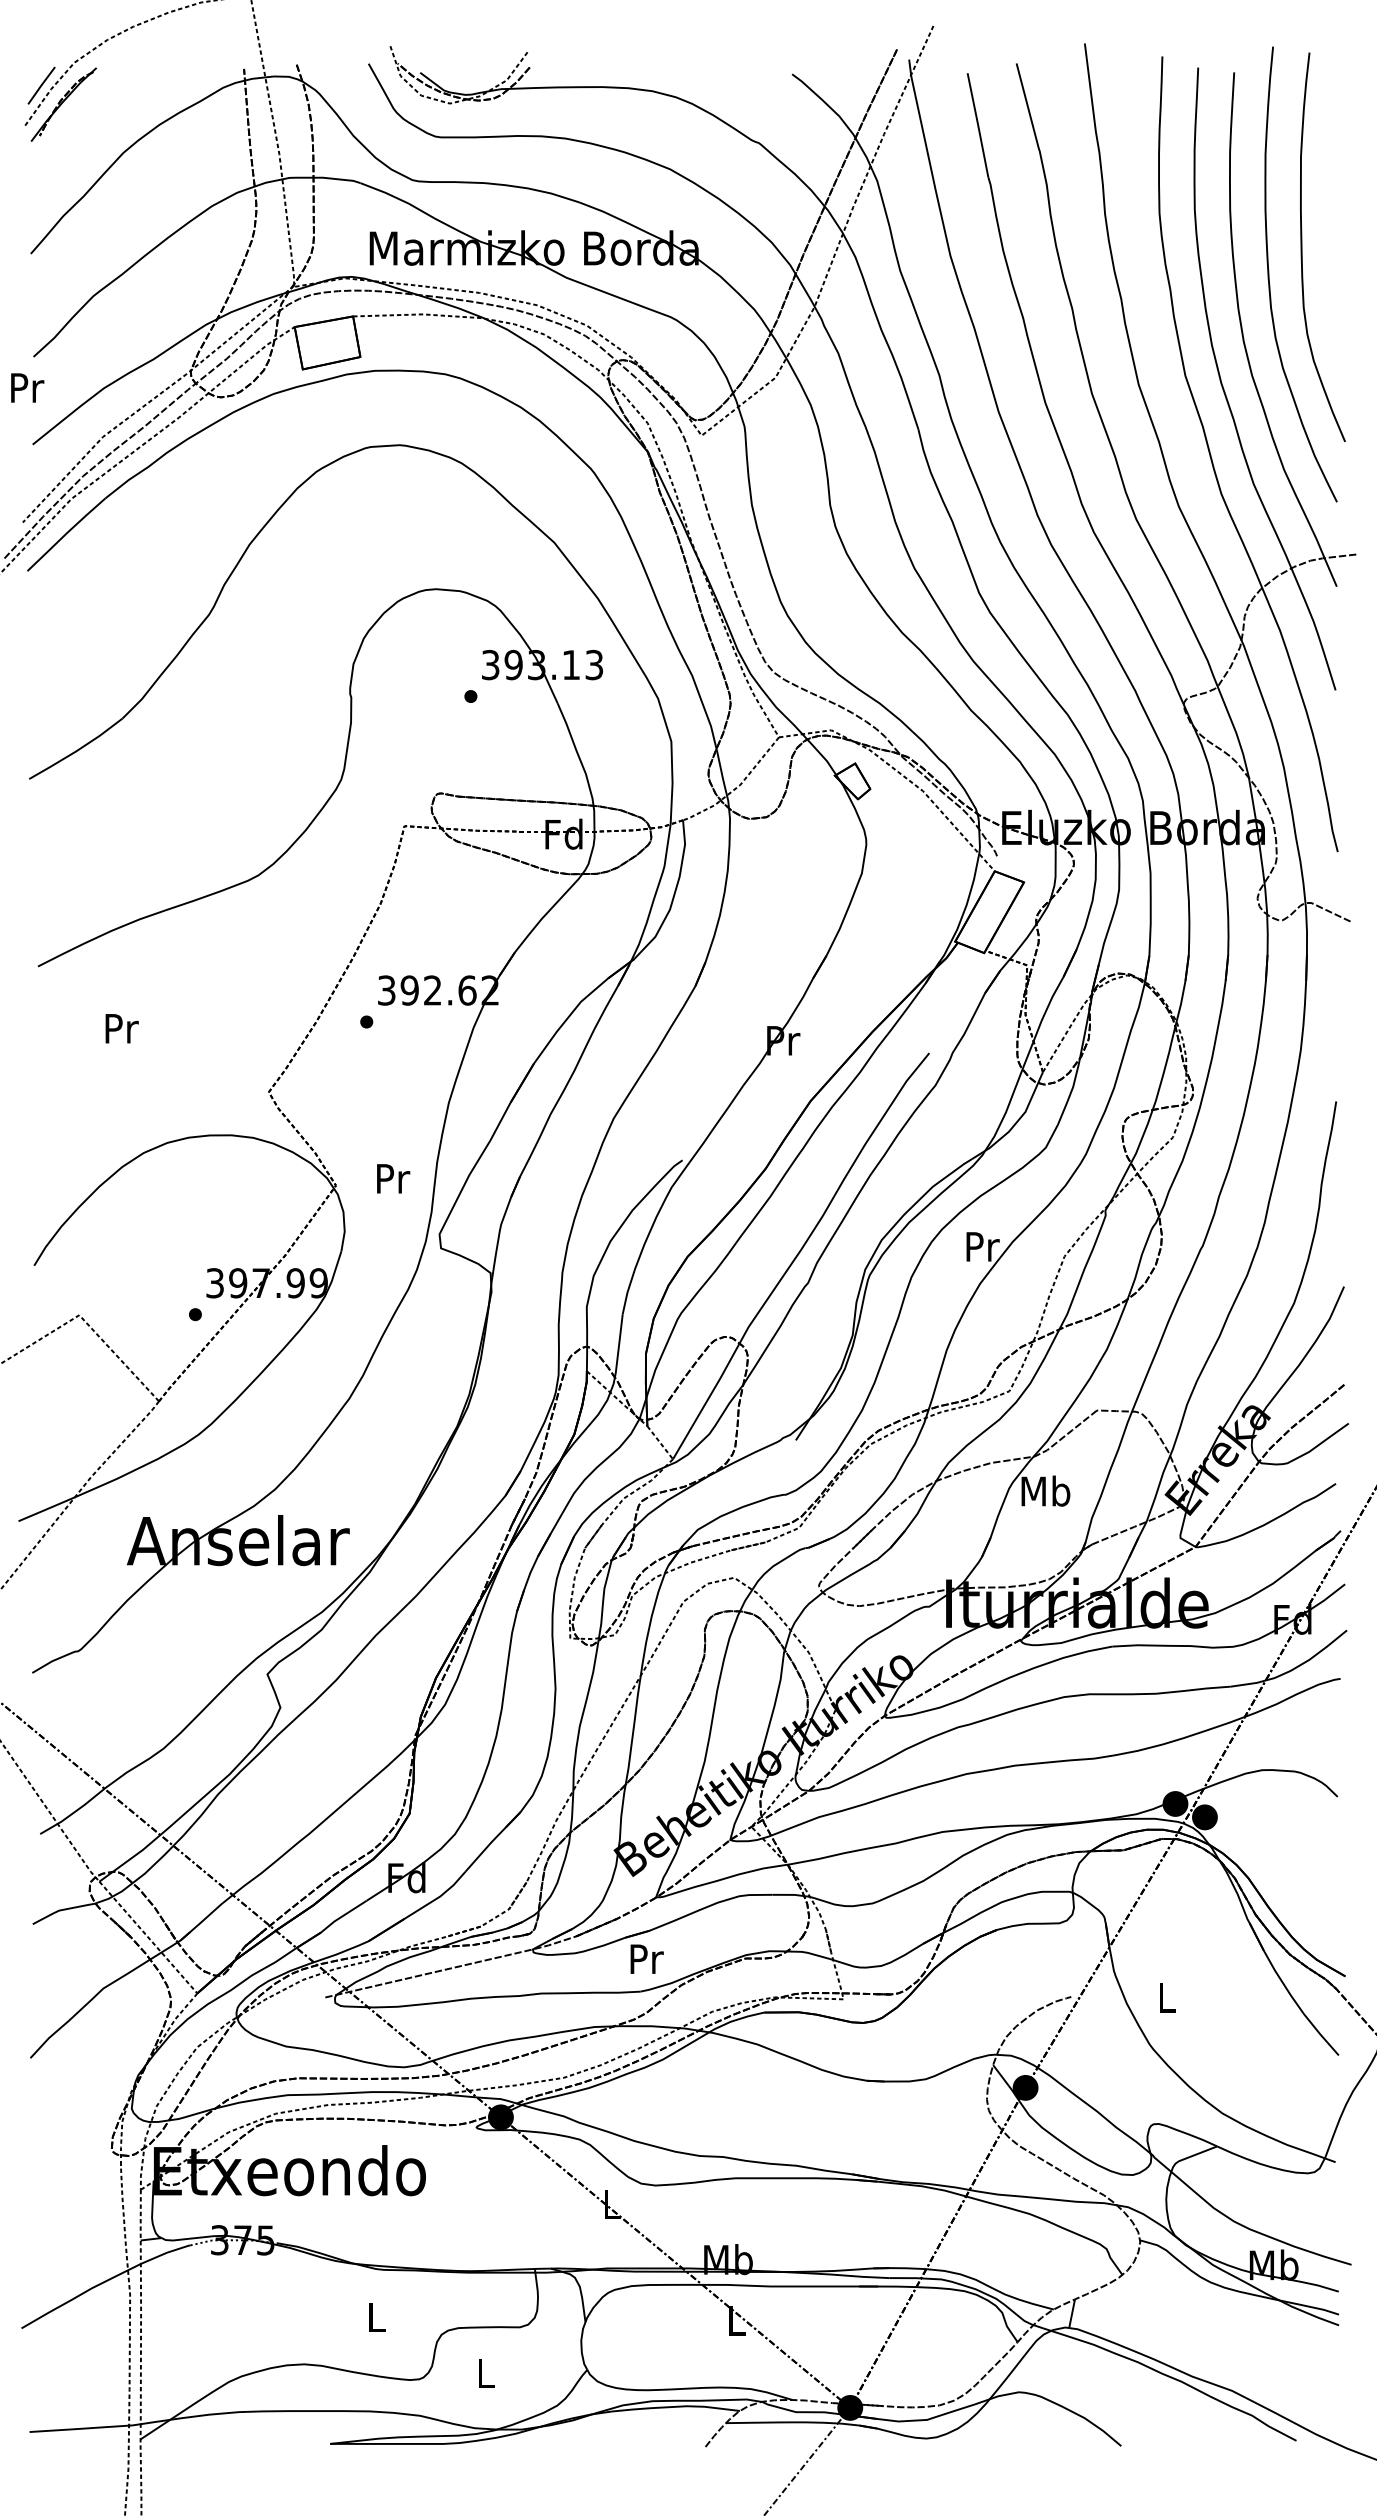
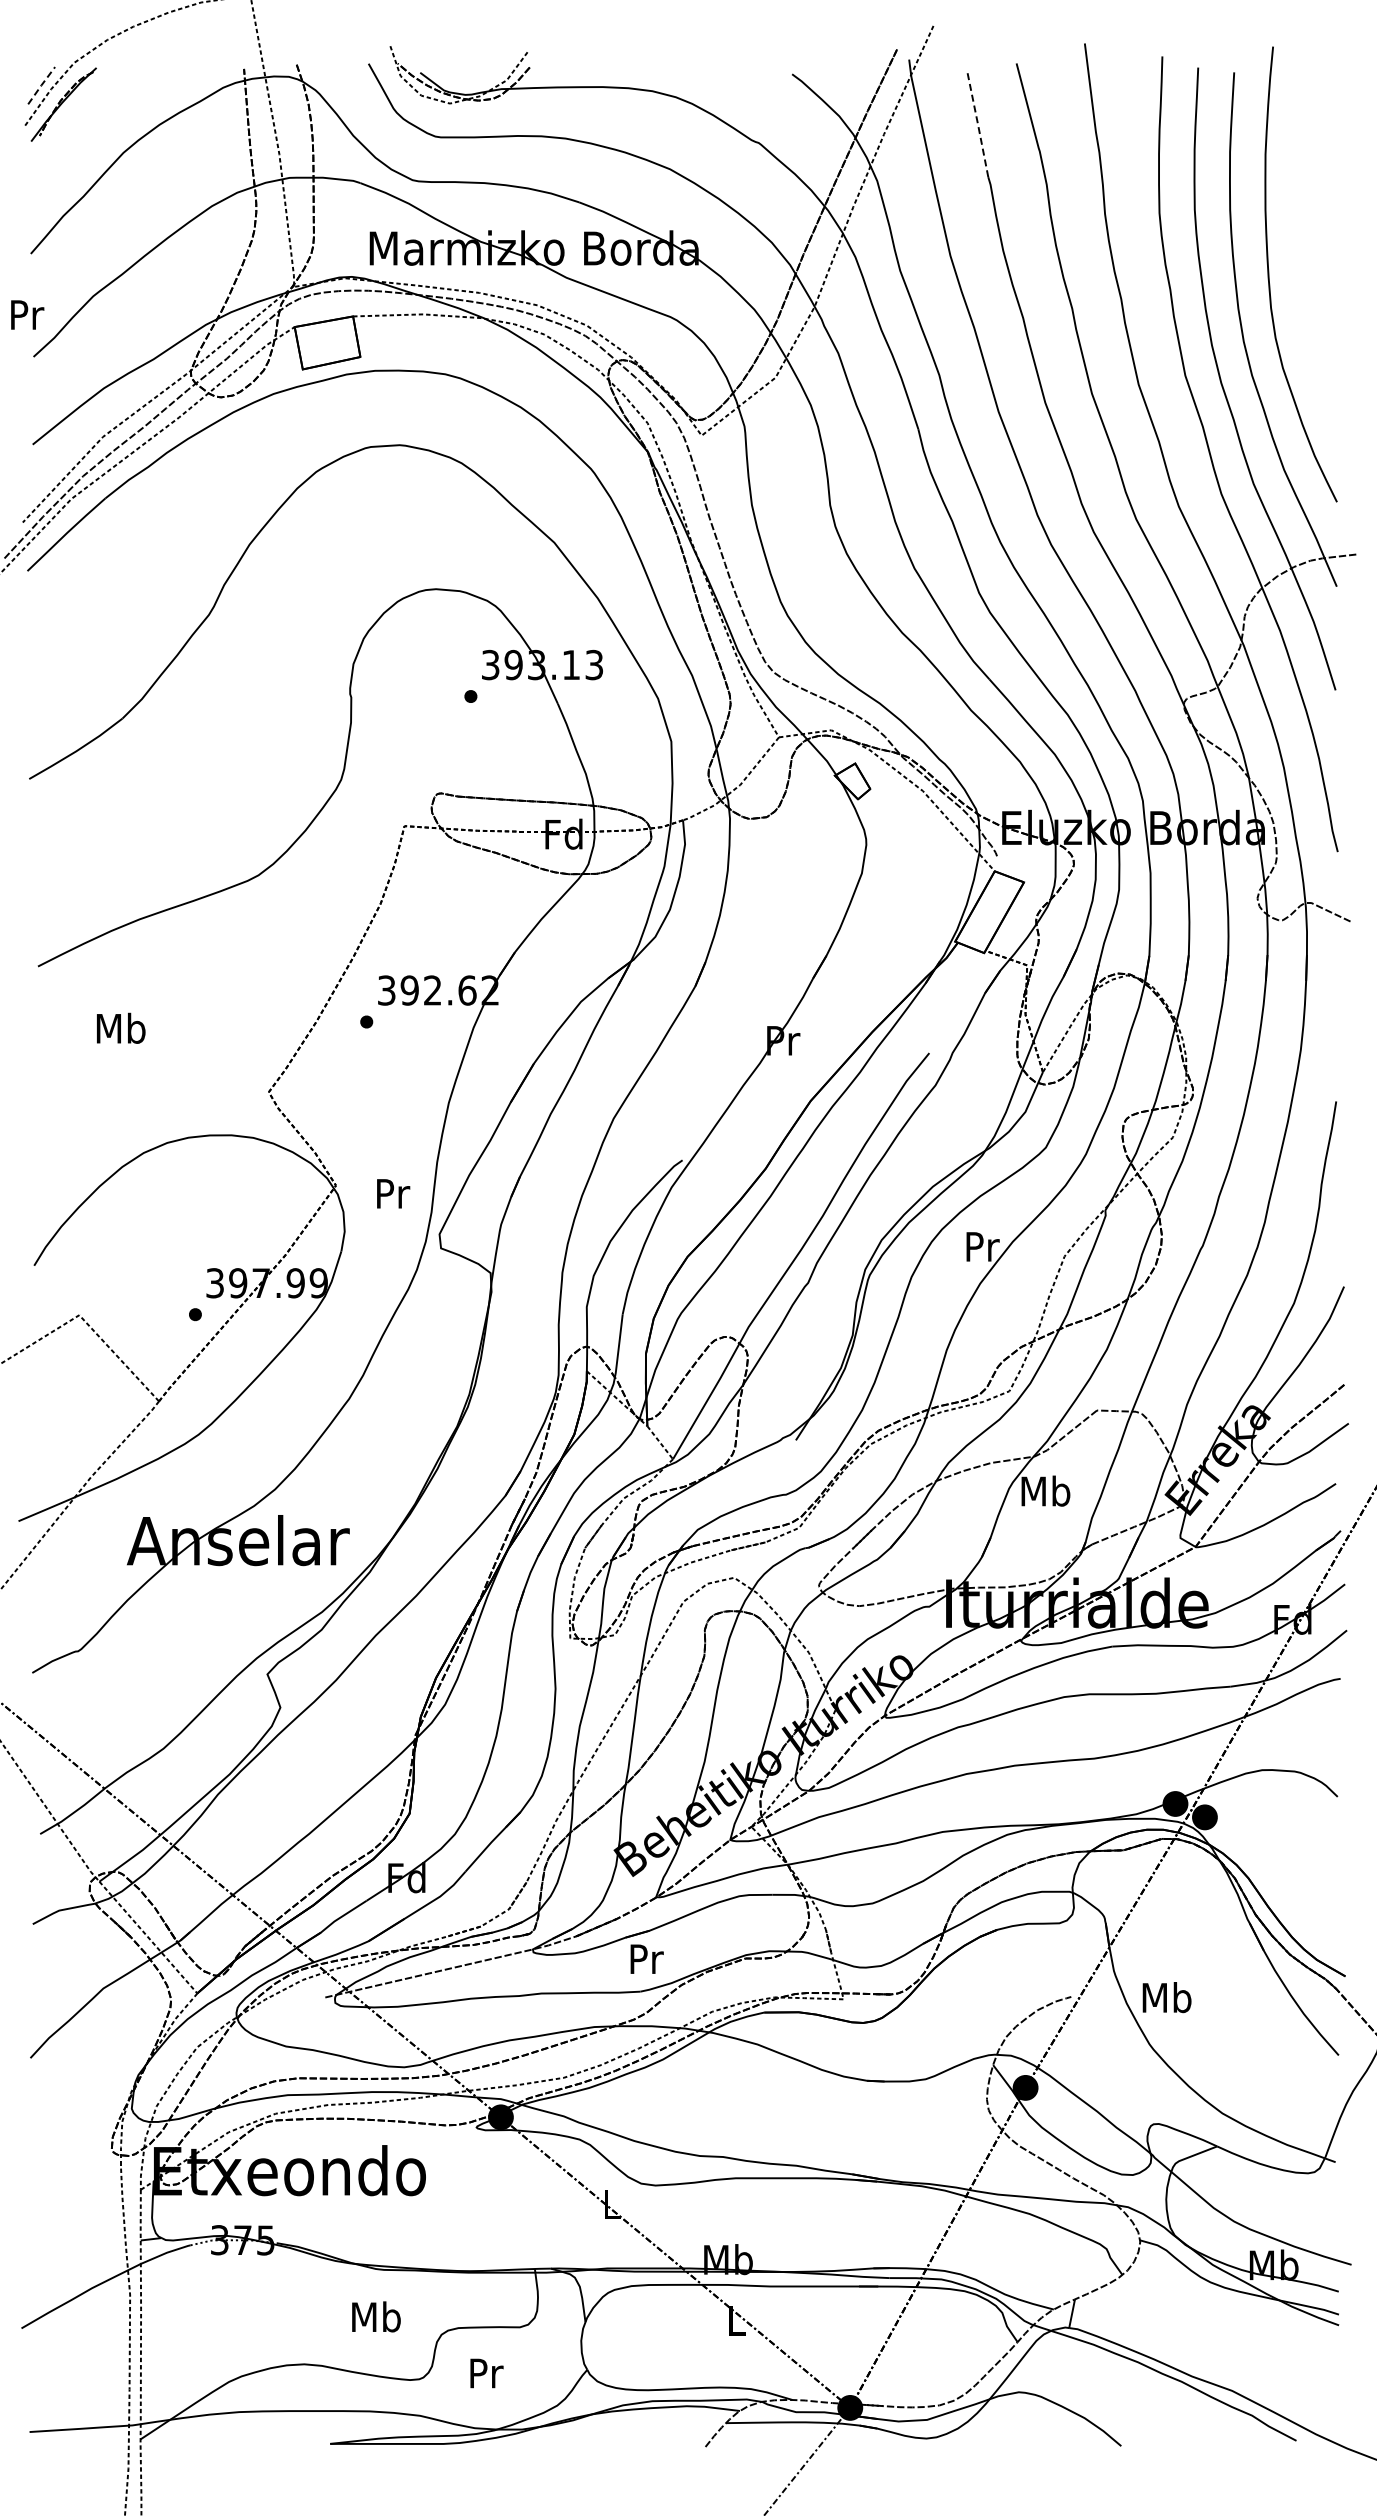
line at (41, 85): solid -> dashed
line at (978, 125): solid -> dashed
curve at (1302, 247): present -> none
text at (27, 387) position: (27, 387) -> (27, 314)
text at (120, 1027): Pr -> Mb
text at (393, 1178) position: (393, 1178) -> (393, 1193)
text at (1166, 1997): L -> Mb
text at (376, 2316): L -> Mb
text at (486, 2373): L -> Pr
